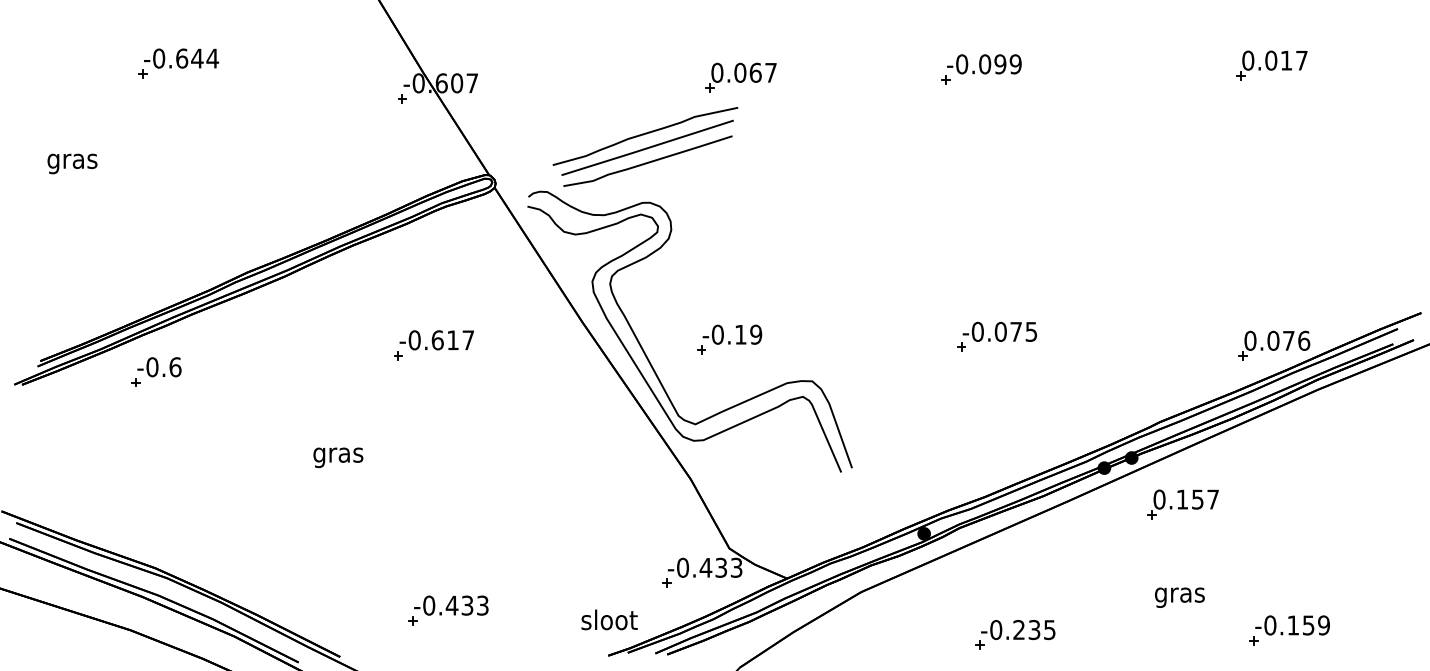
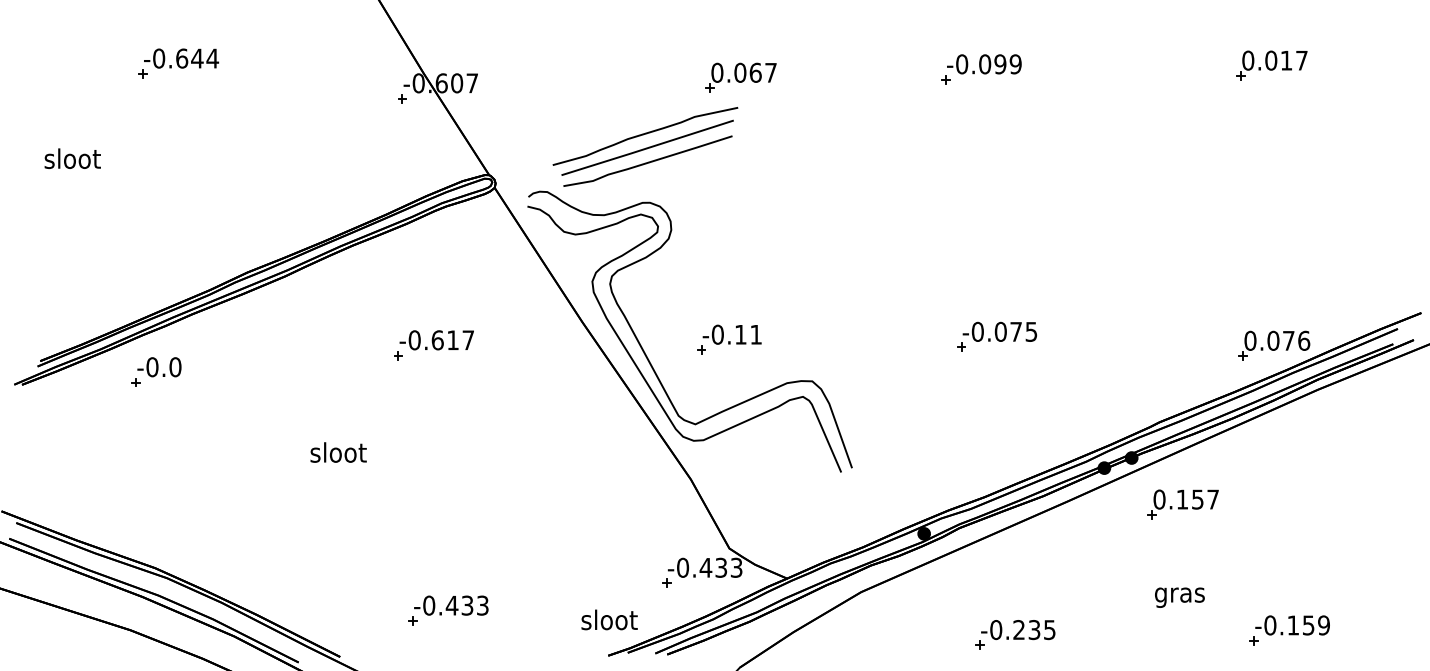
text at (72, 161): gras -> sloot
text at (756, 334): -0.19 -> -0.11
text at (175, 366): -0.6 -> -0.0
text at (338, 455): gras -> sloot
